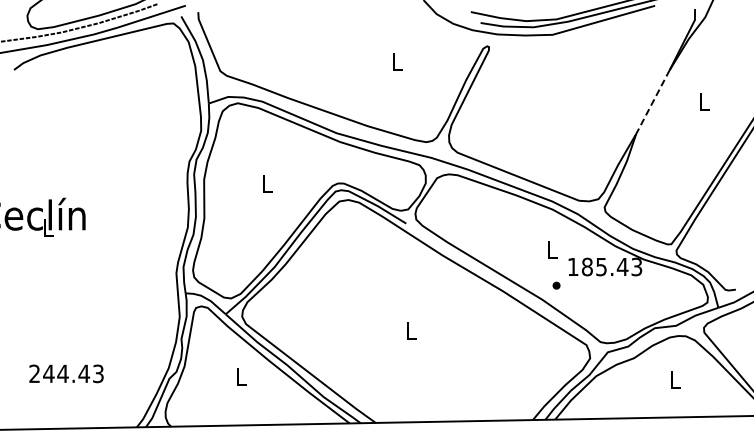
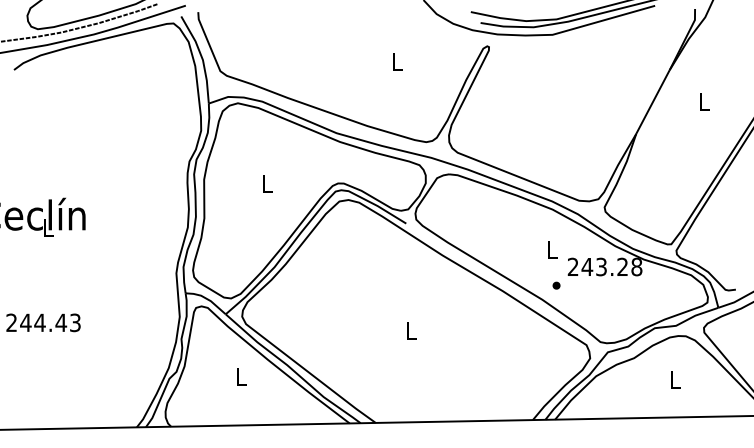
line at (652, 102): dashed -> solid
text at (604, 266): 185.43 -> 243.28
text at (66, 373) position: (66, 373) -> (43, 322)
